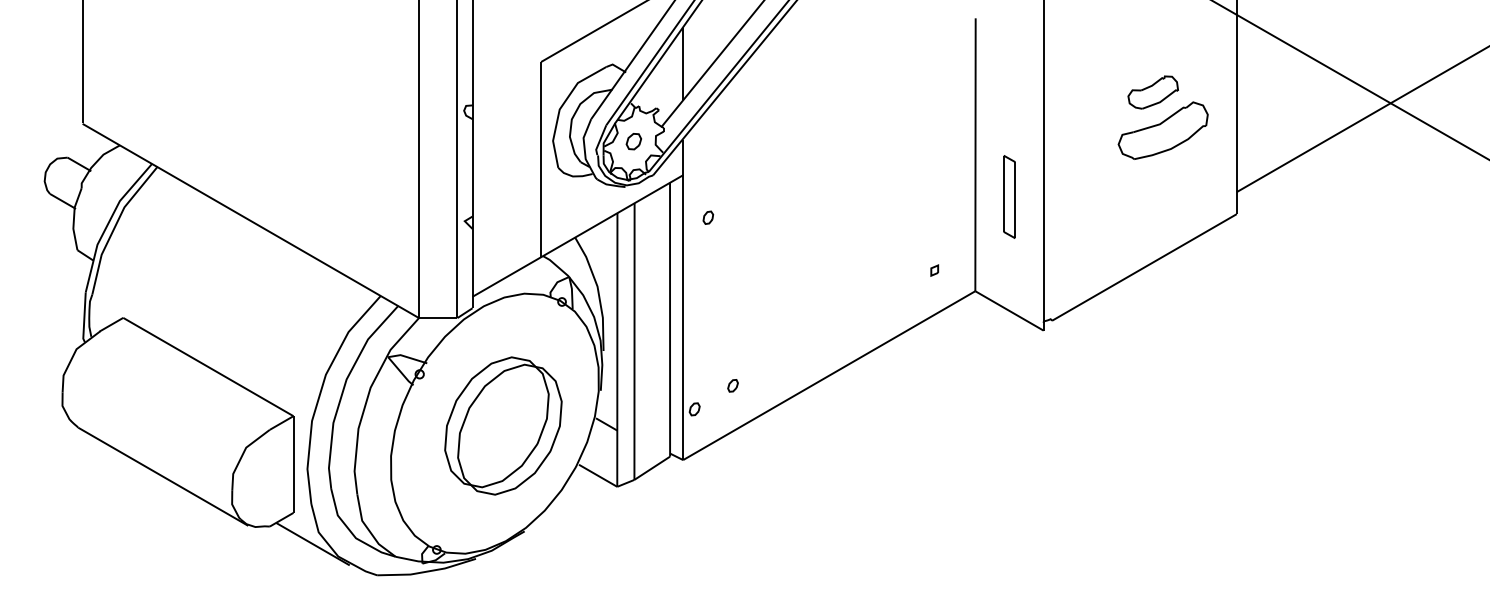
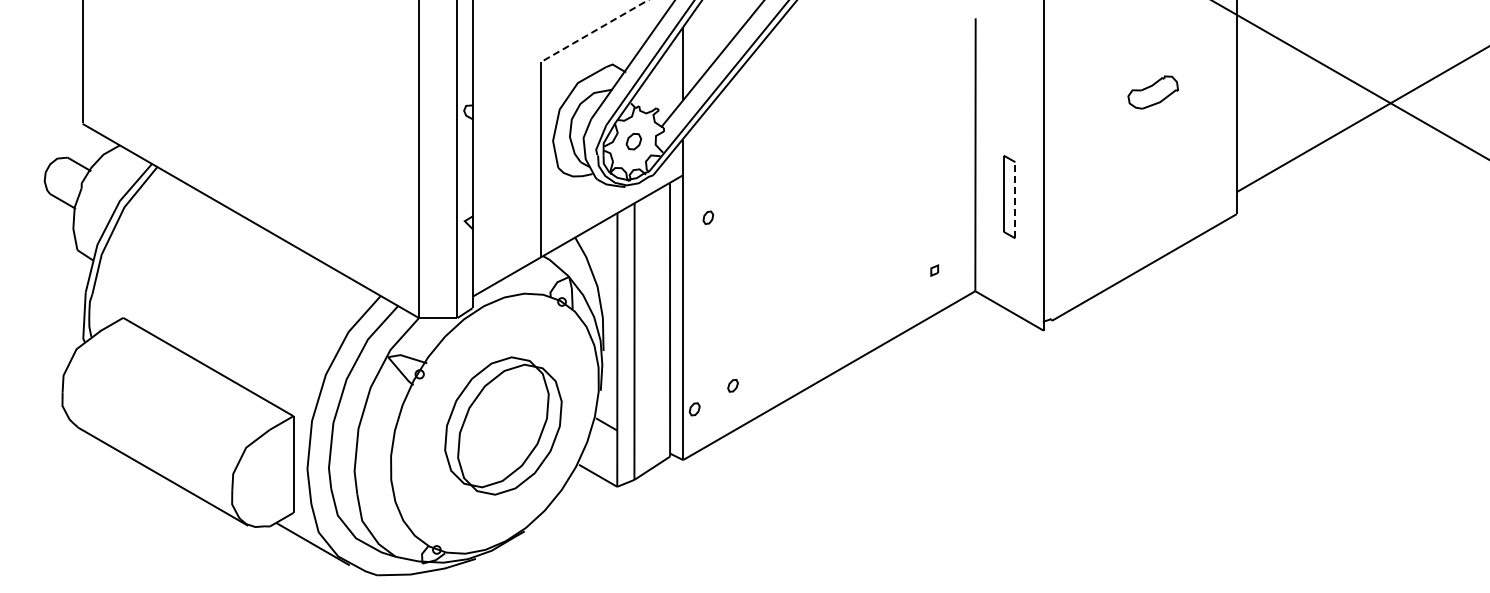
line at (594, 31): solid -> dashed
part at (1162, 130): present -> none
line at (1015, 199): solid -> dashed
